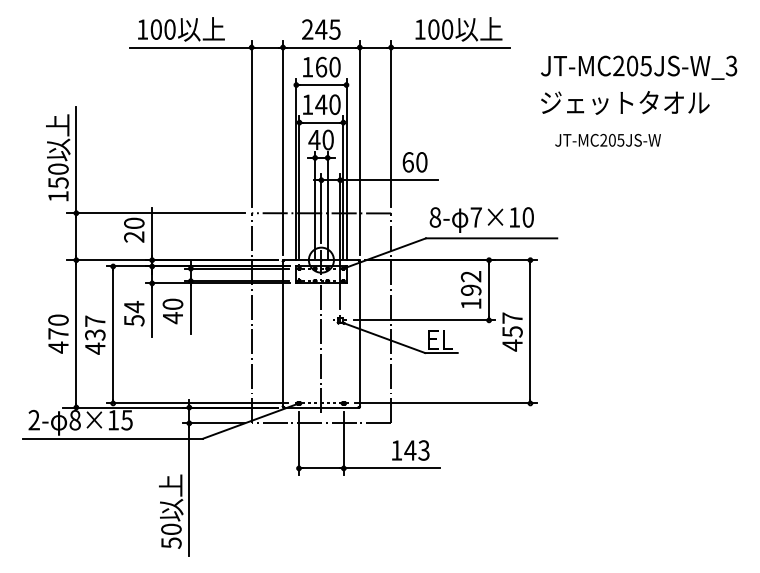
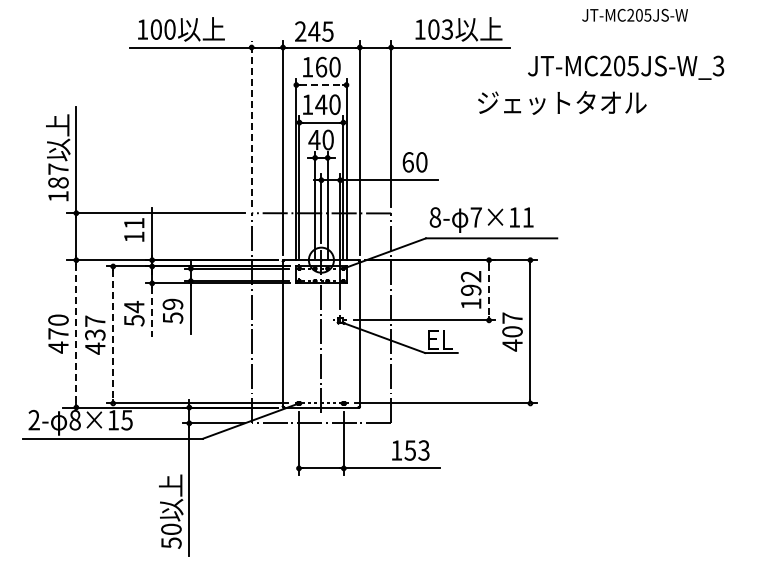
text at (321, 29) position: (321, 29) -> (314, 31)
text at (447, 29): 100 -> 103
text at (639, 67) position: (639, 67) -> (626, 67)
line at (321, 85): solid -> dashed
text at (625, 102) position: (625, 102) -> (562, 102)
line at (251, 124): solid -> dashed
text at (607, 139) position: (607, 139) -> (634, 14)
text at (58, 175): 150 -> 187
text at (527, 217): 7×10 -> 7×11
text at (134, 229): 20 -> 11
line at (489, 290): solid -> dashed
line at (152, 311): solid -> dashed
text at (172, 311): 40 -> 59
text at (512, 331): 457 -> 407
line at (76, 333): solid -> dashed
line at (113, 334): solid -> dashed
text at (410, 450): 143 -> 153
